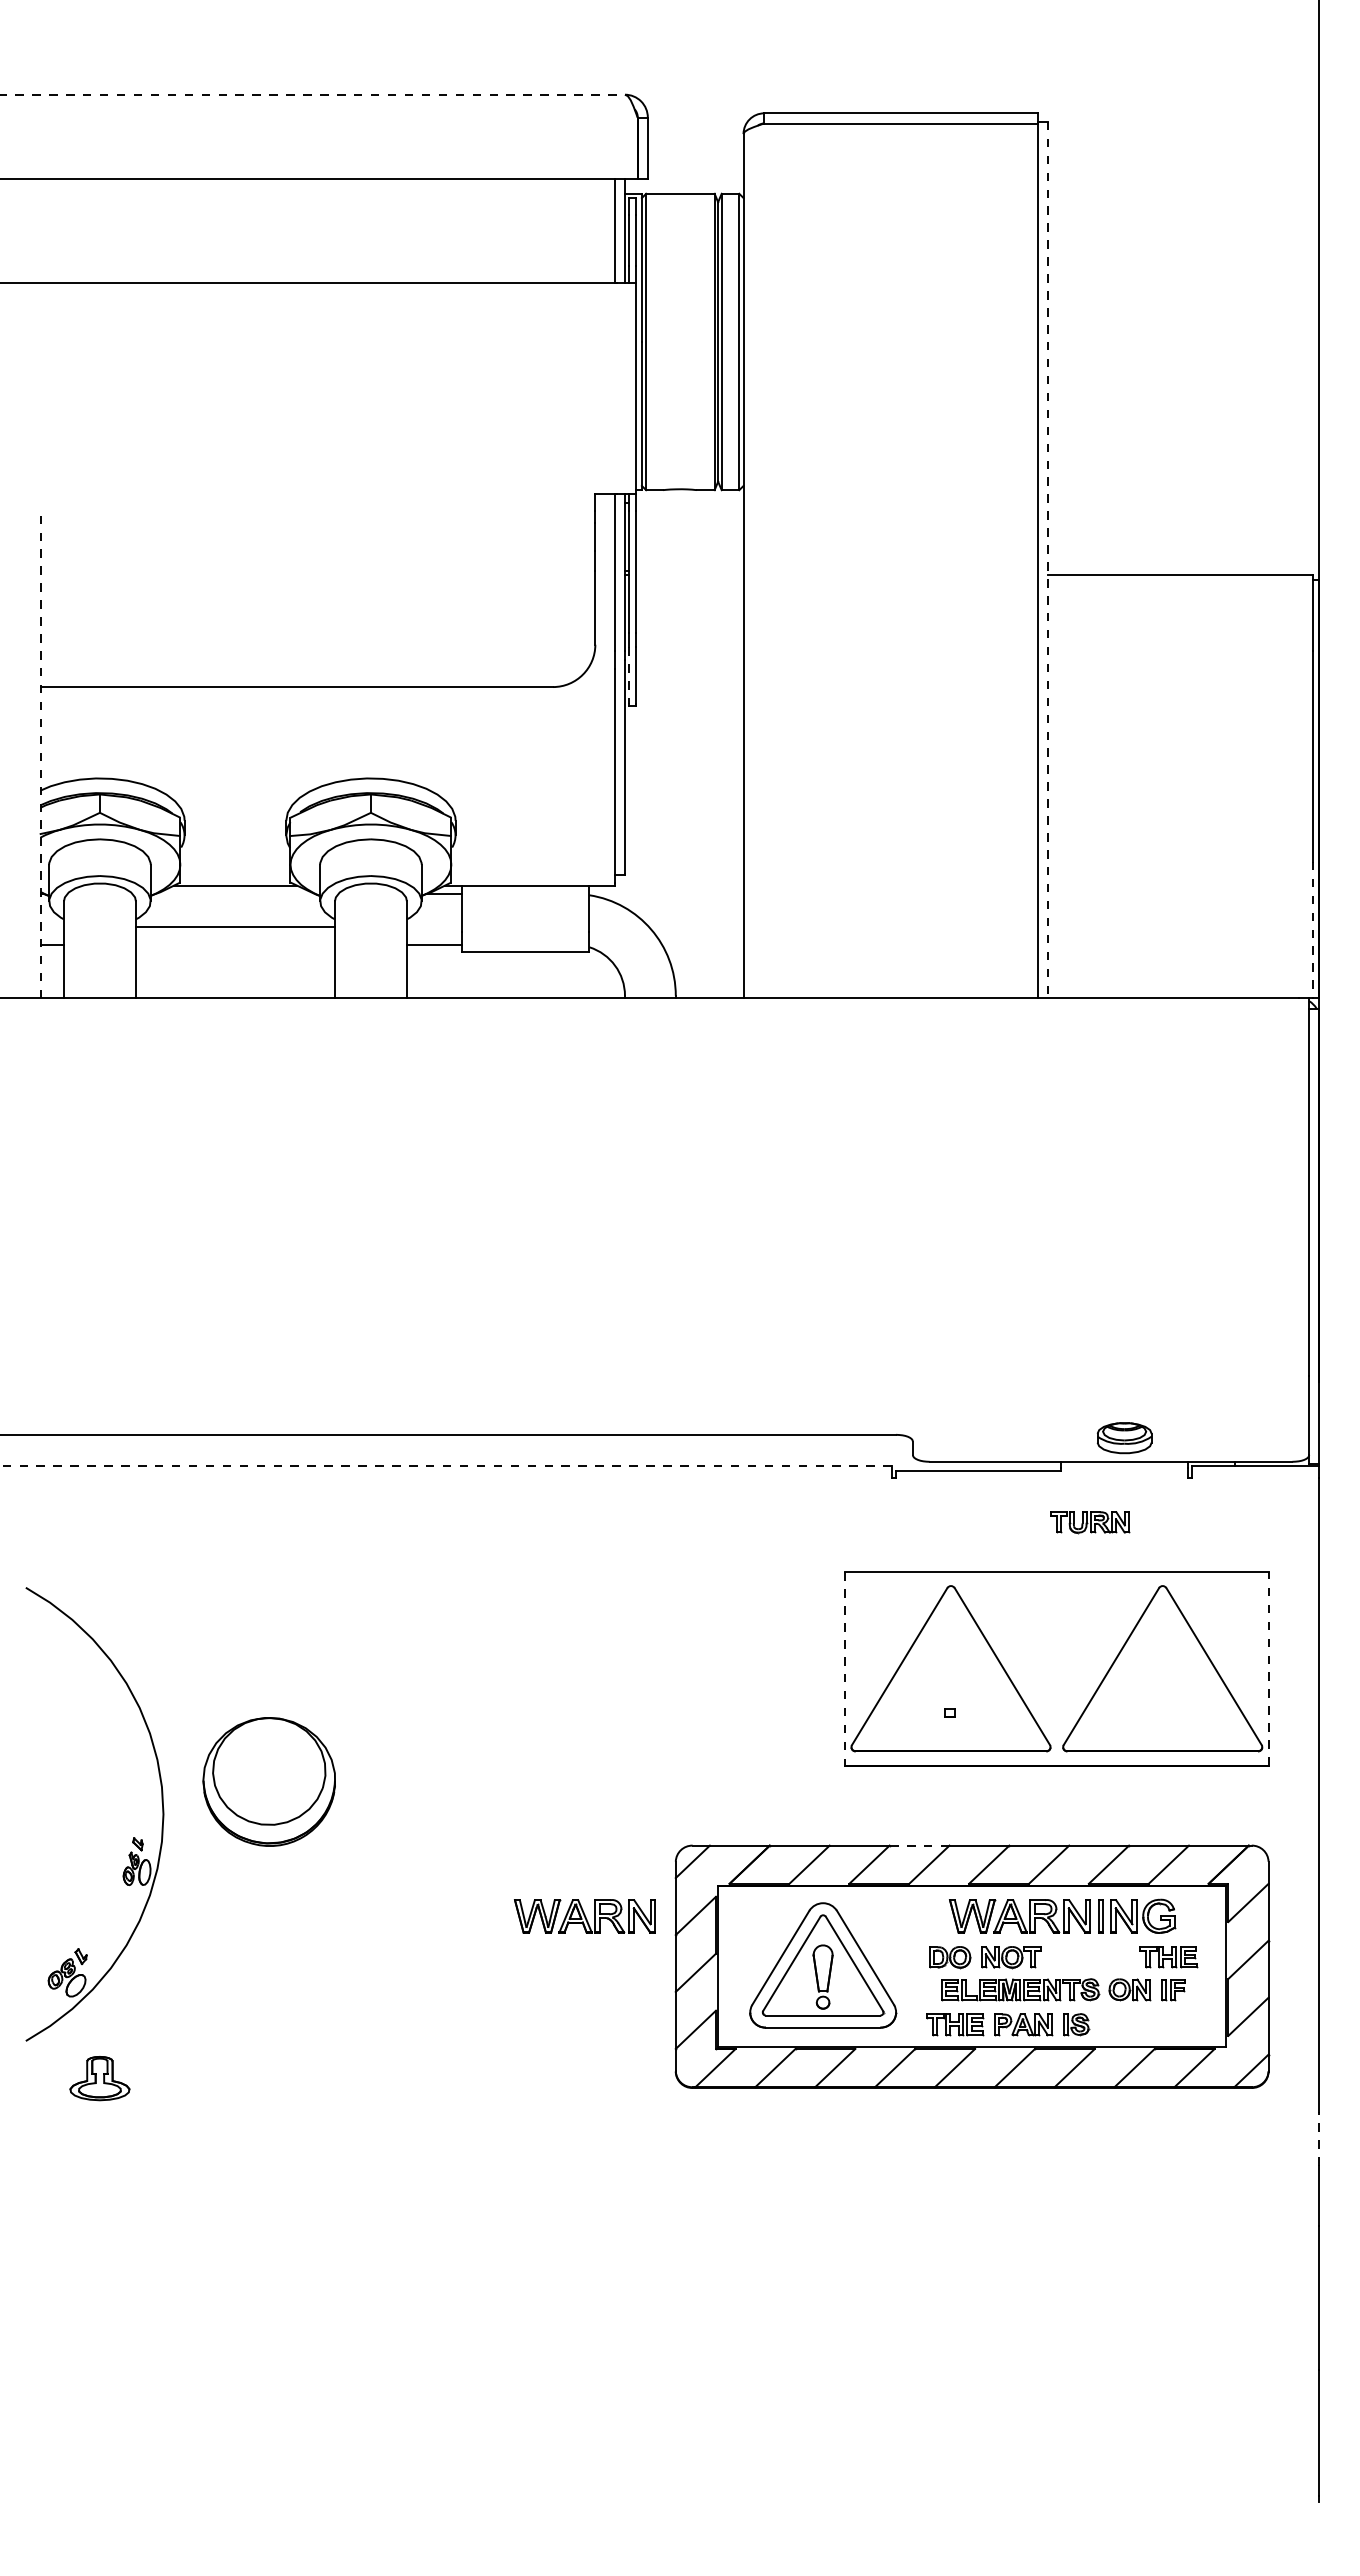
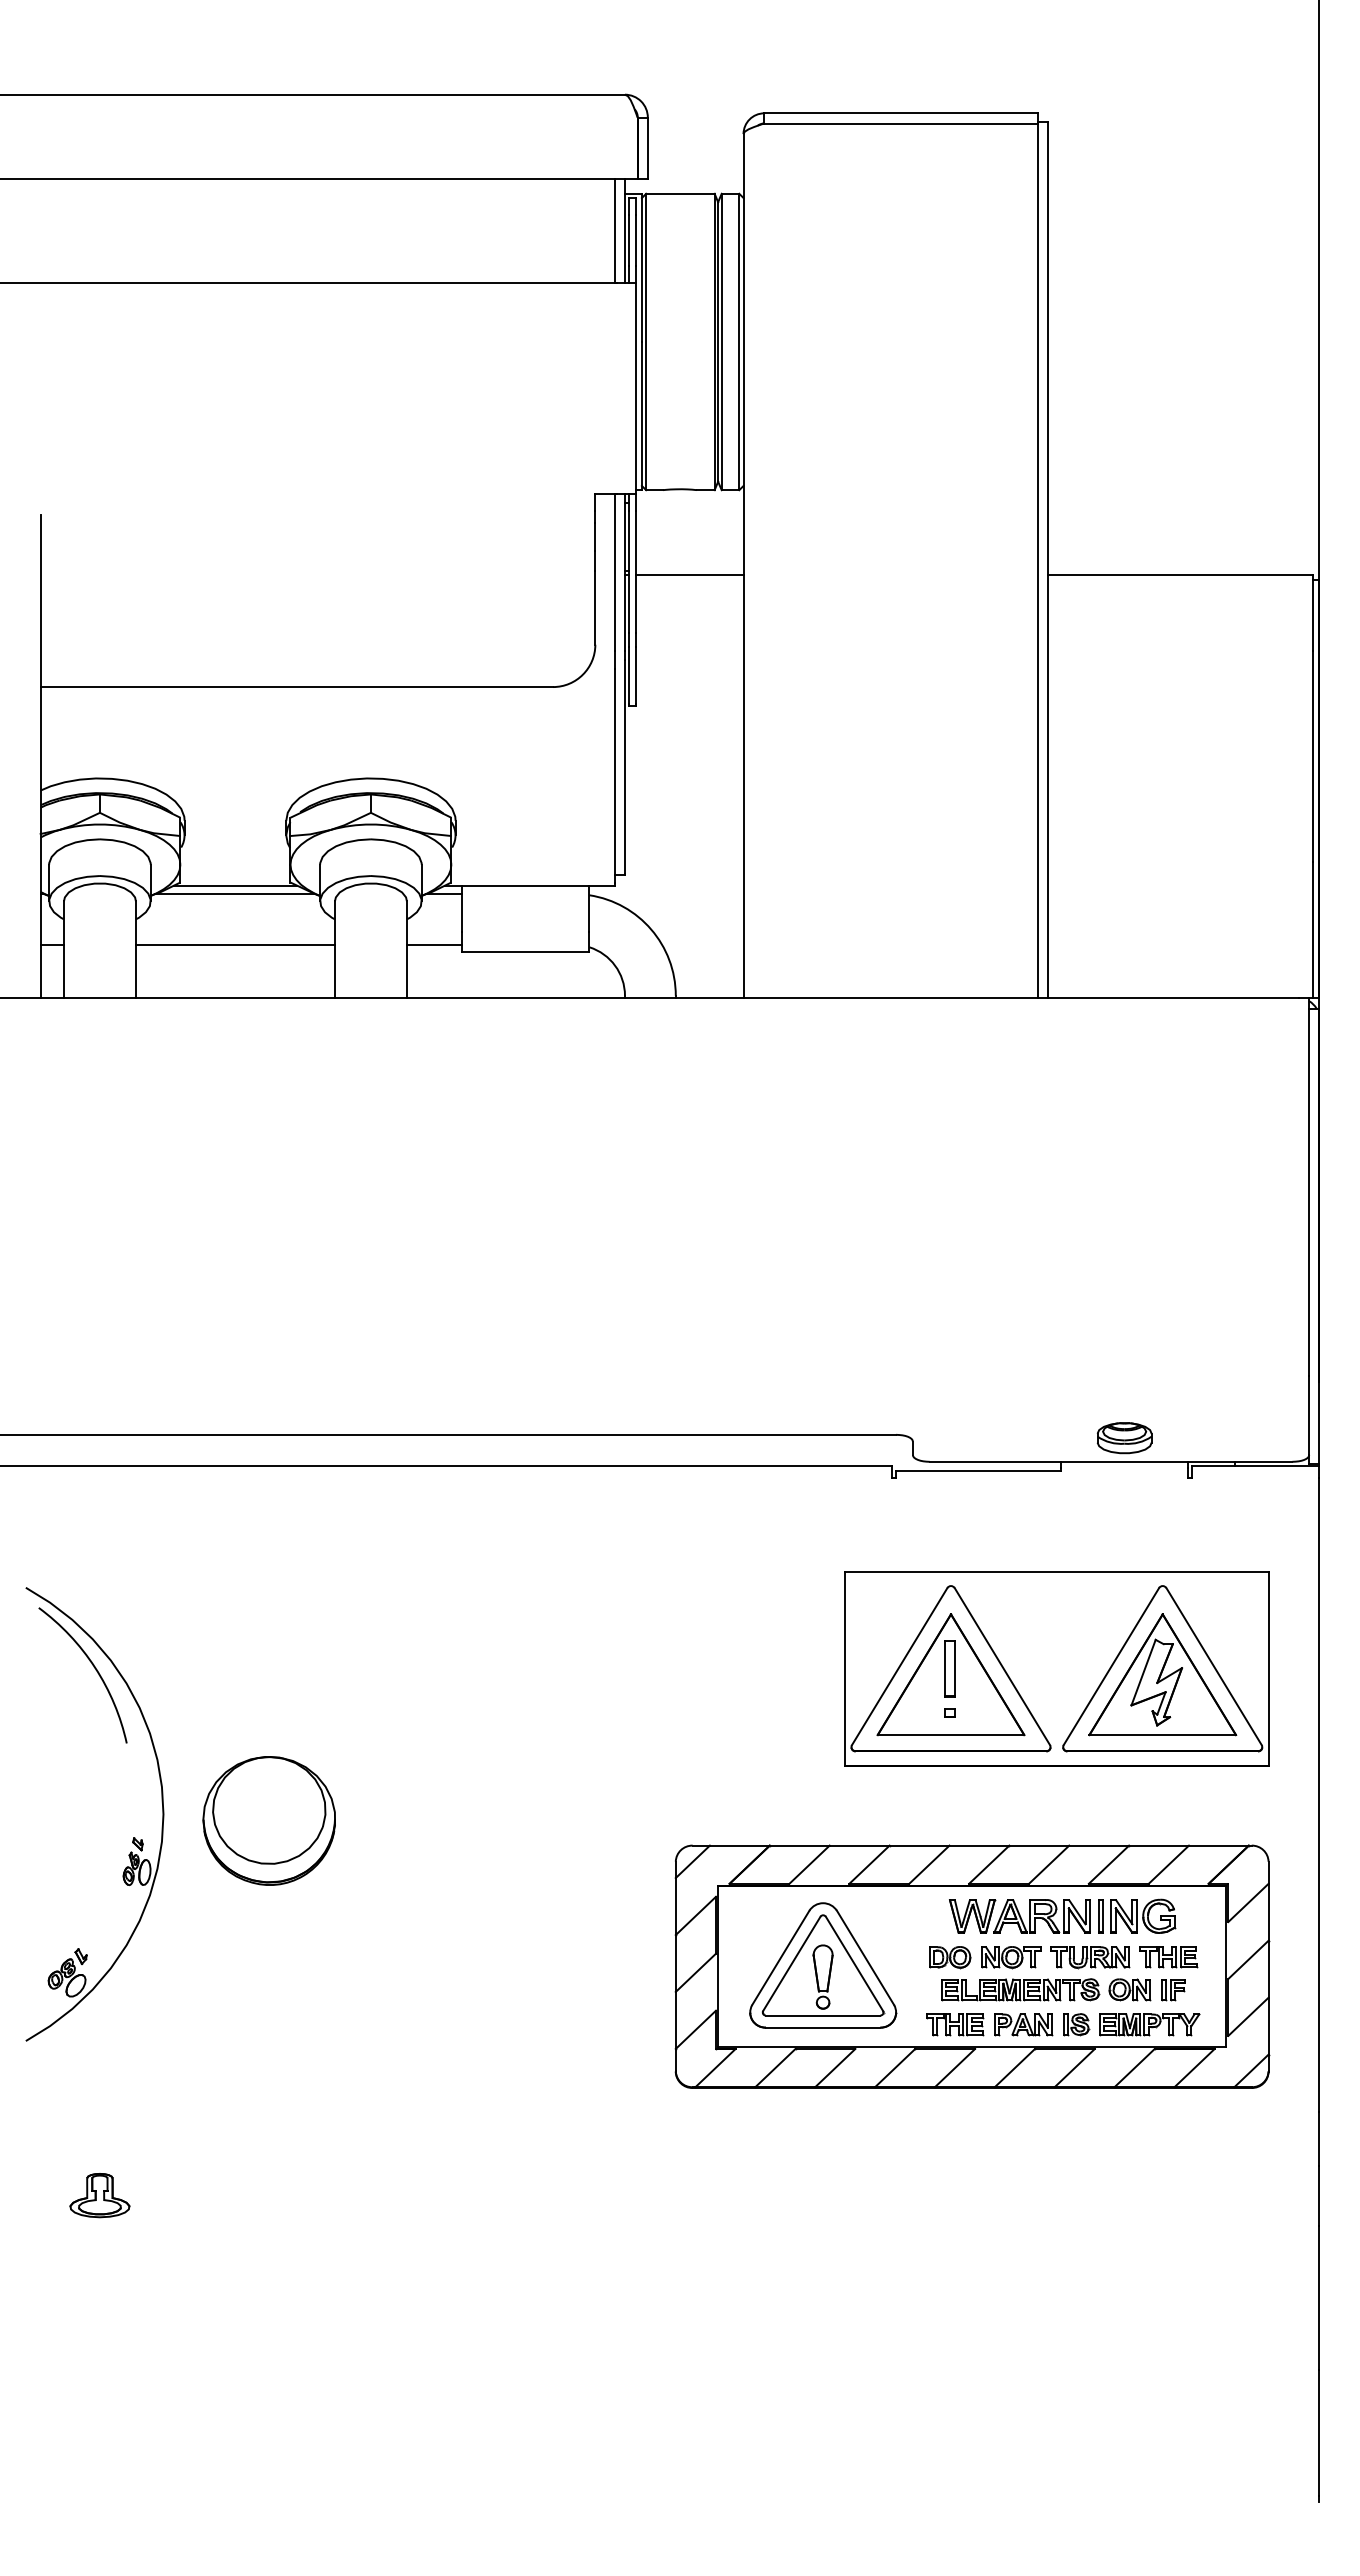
line at (313, 94): dashed -> solid
line at (1048, 560): dashed -> solid
line at (689, 574): none -> present
line at (629, 676): dashed -> solid
line at (40, 756): dashed -> solid
line at (235, 894): none -> present
line at (234, 926) position: (234, 926) -> (234, 944)
line at (1312, 930): dashed -> solid
line at (445, 1466): dashed -> solid
part at (1090, 1522) position: (1090, 1522) -> (1090, 1957)
arc at (93, 1667): none -> present
line at (845, 1668): dashed -> solid
line at (1268, 1668): dashed -> solid
part at (950, 1674): none -> present
part at (1162, 1674): none -> present
part at (268, 1781) position: (268, 1781) -> (268, 1820)
line at (919, 1845): dashed -> solid
part at (584, 1916): present -> none
part at (1149, 2024): none -> present
part at (99, 2078) position: (99, 2078) -> (99, 2195)
line at (1319, 2138): dashed -> solid
